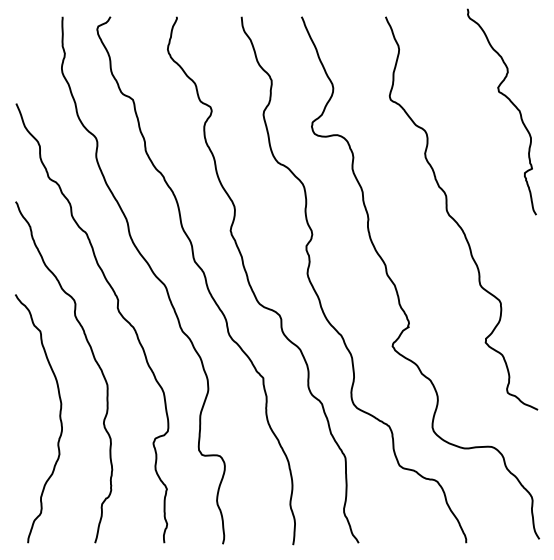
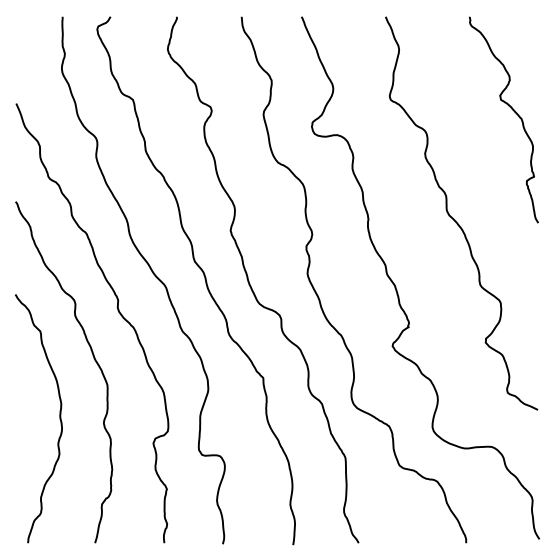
curve at (510, 102) position: (510, 102) -> (512, 110)
